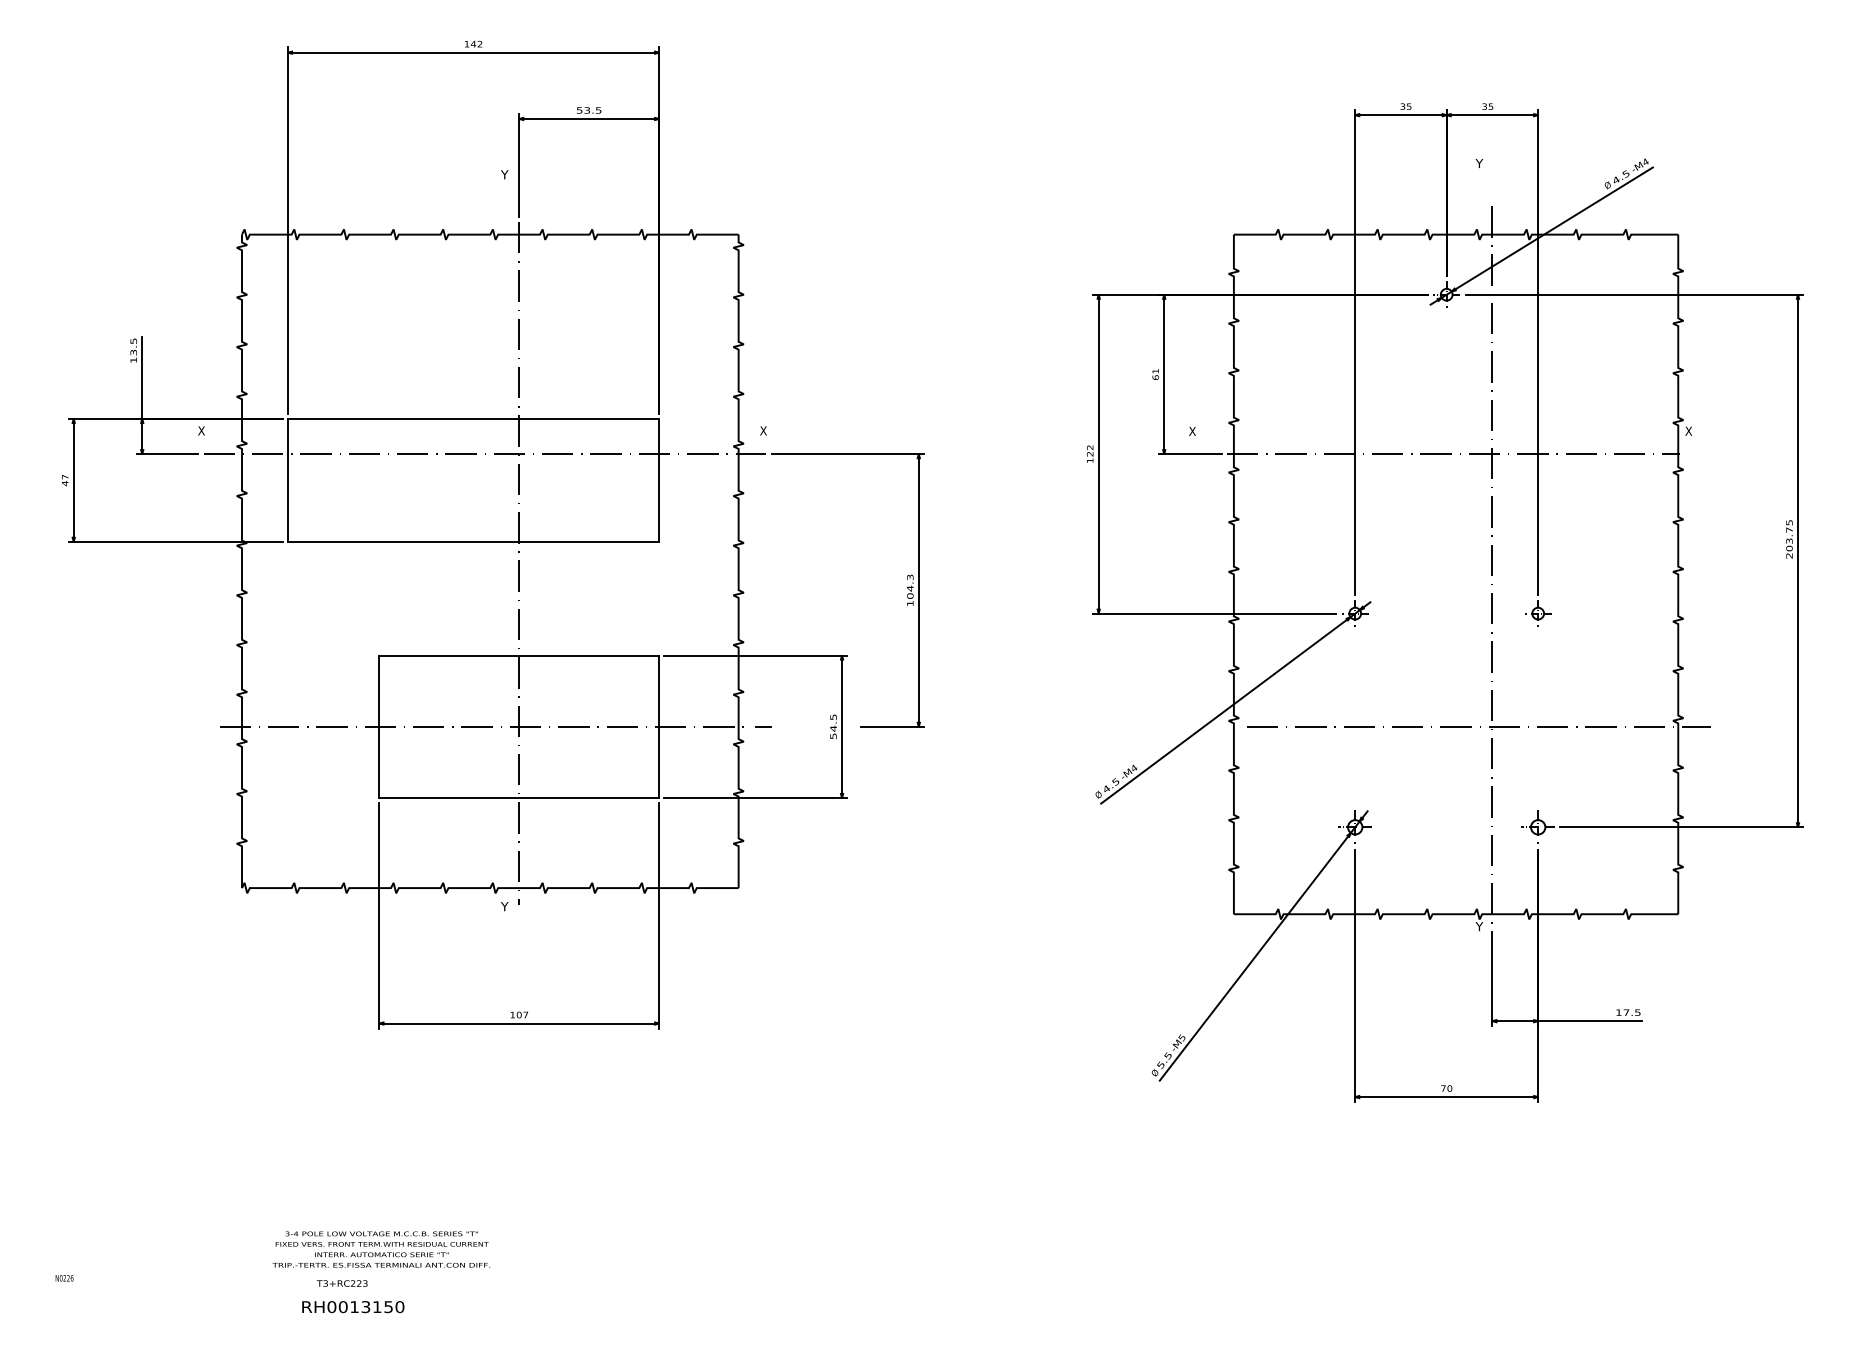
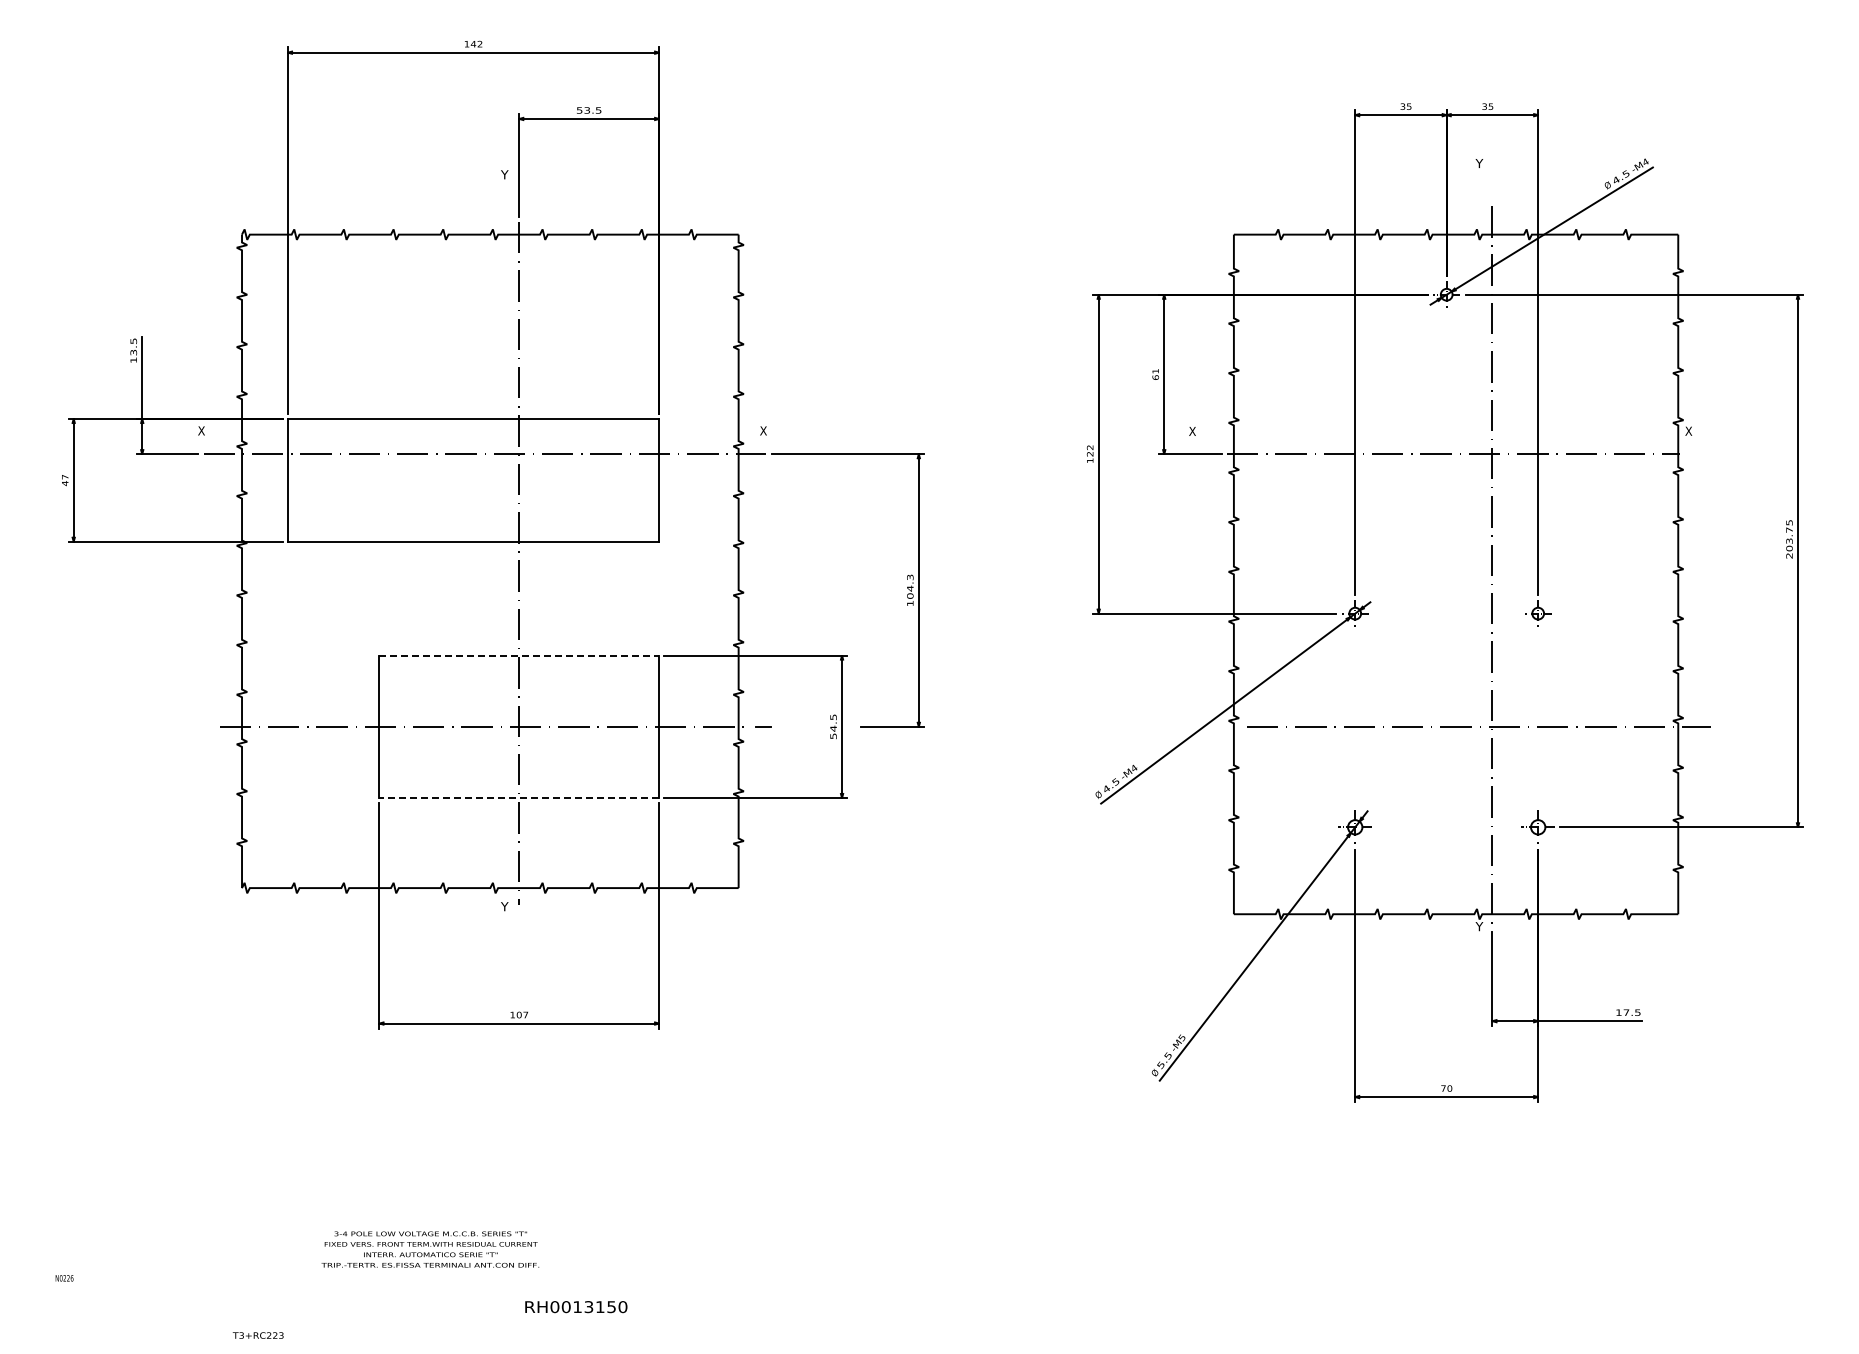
line at (519, 655): solid -> dashed
line at (519, 798): solid -> dashed
text at (381, 1249) position: (381, 1249) -> (430, 1249)
text at (341, 1283) position: (341, 1283) -> (257, 1335)
text at (353, 1307) position: (353, 1307) -> (576, 1307)
